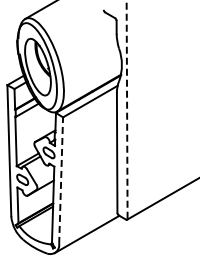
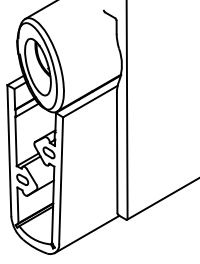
line at (127, 109): dashed -> solid
line at (61, 180): dashed -> solid
